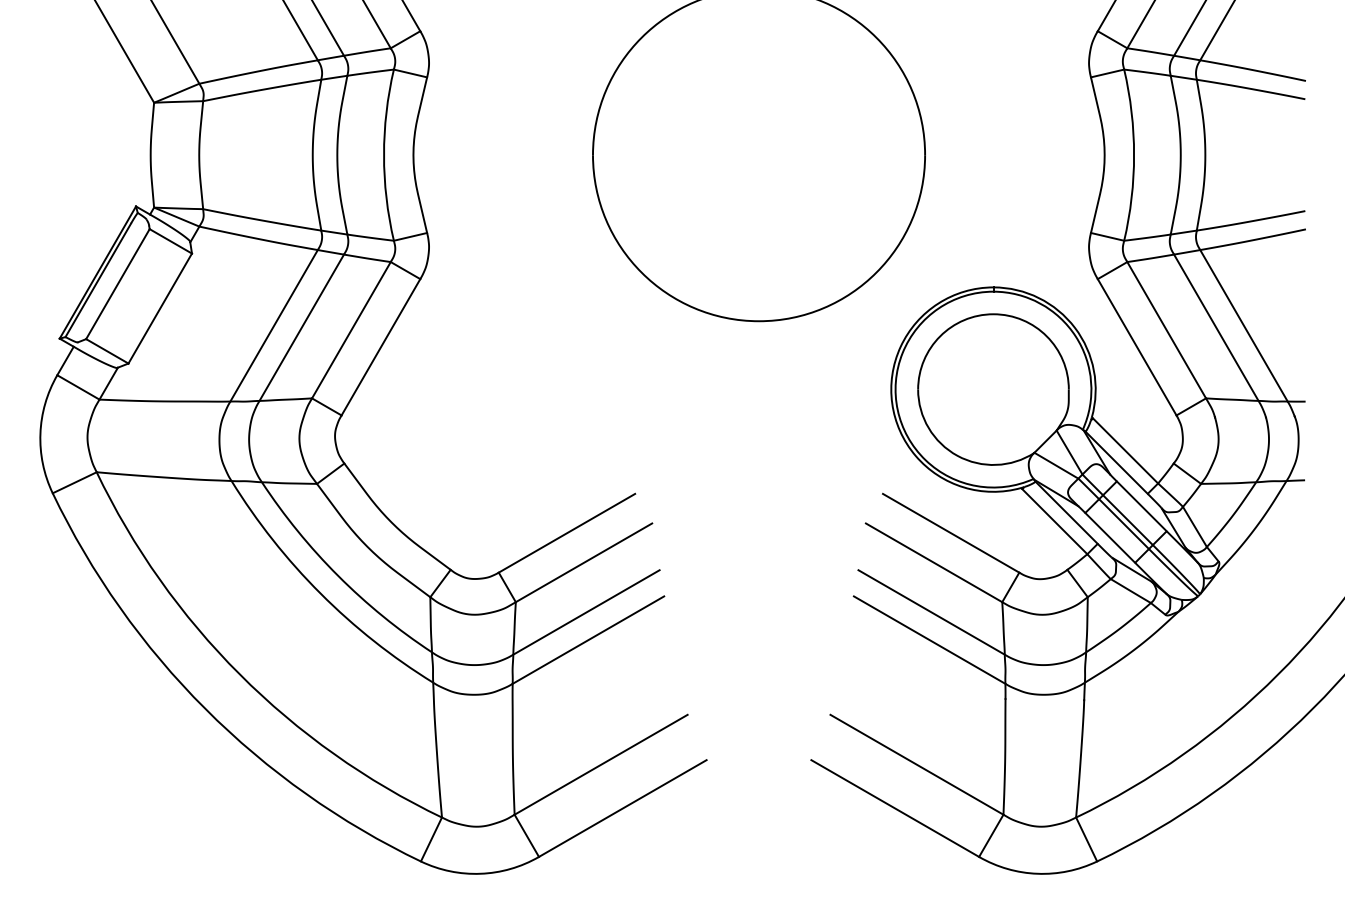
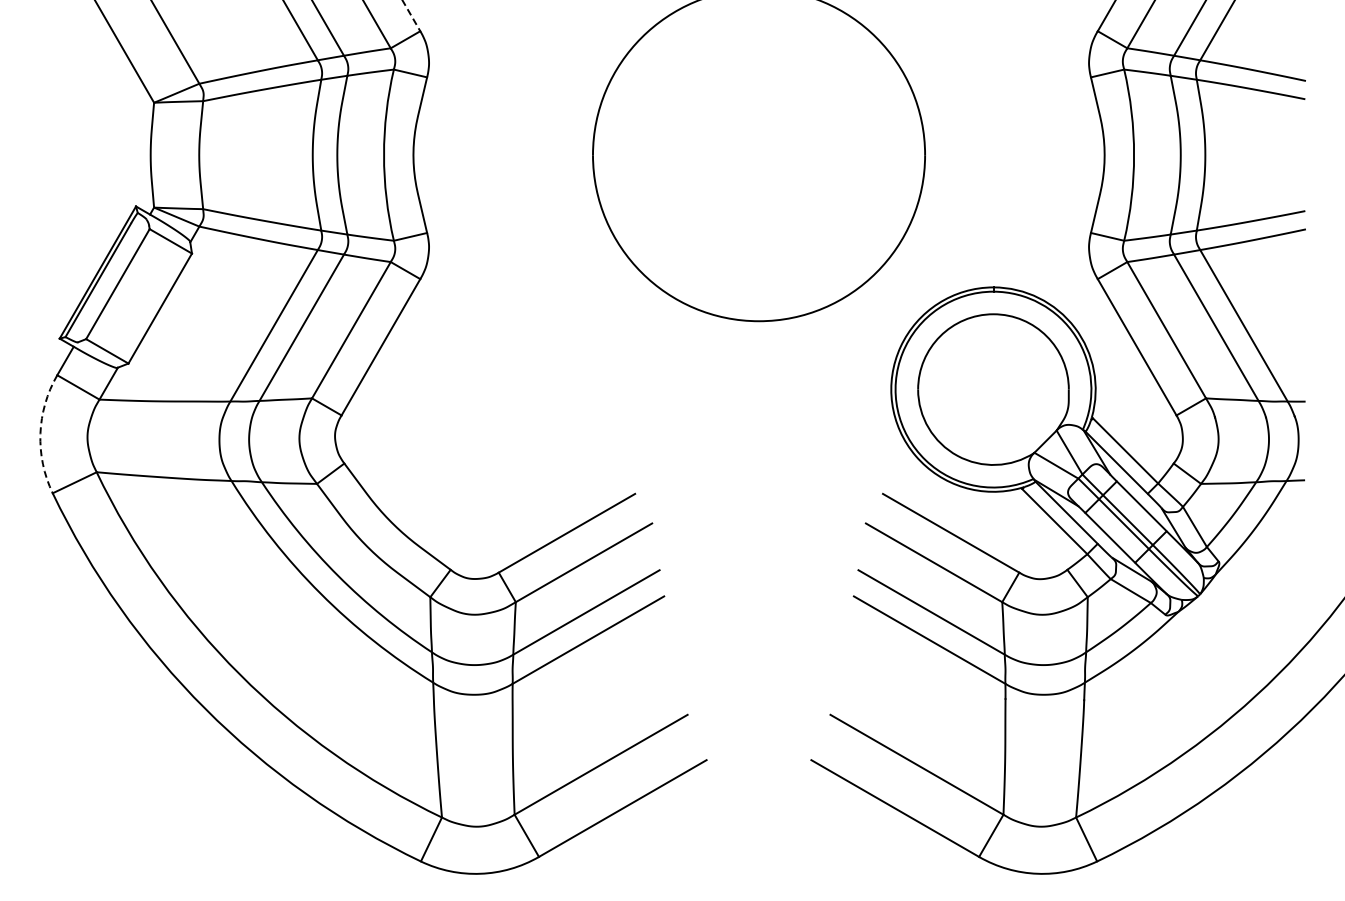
line at (411, 15): solid -> dashed
arc at (40, 433): solid -> dashed
